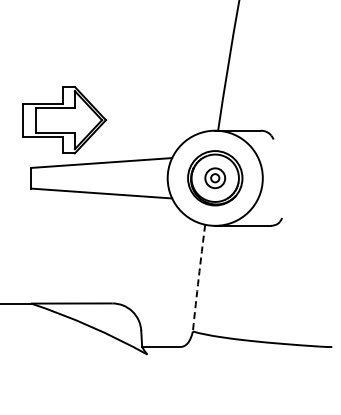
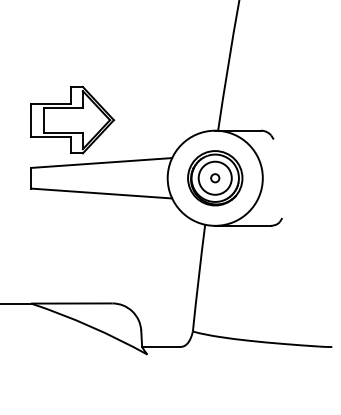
part at (64, 120) position: (64, 120) -> (72, 120)
circle at (215, 178) diameter: 20 px -> 33 px
arc at (198, 278): dashed -> solid
